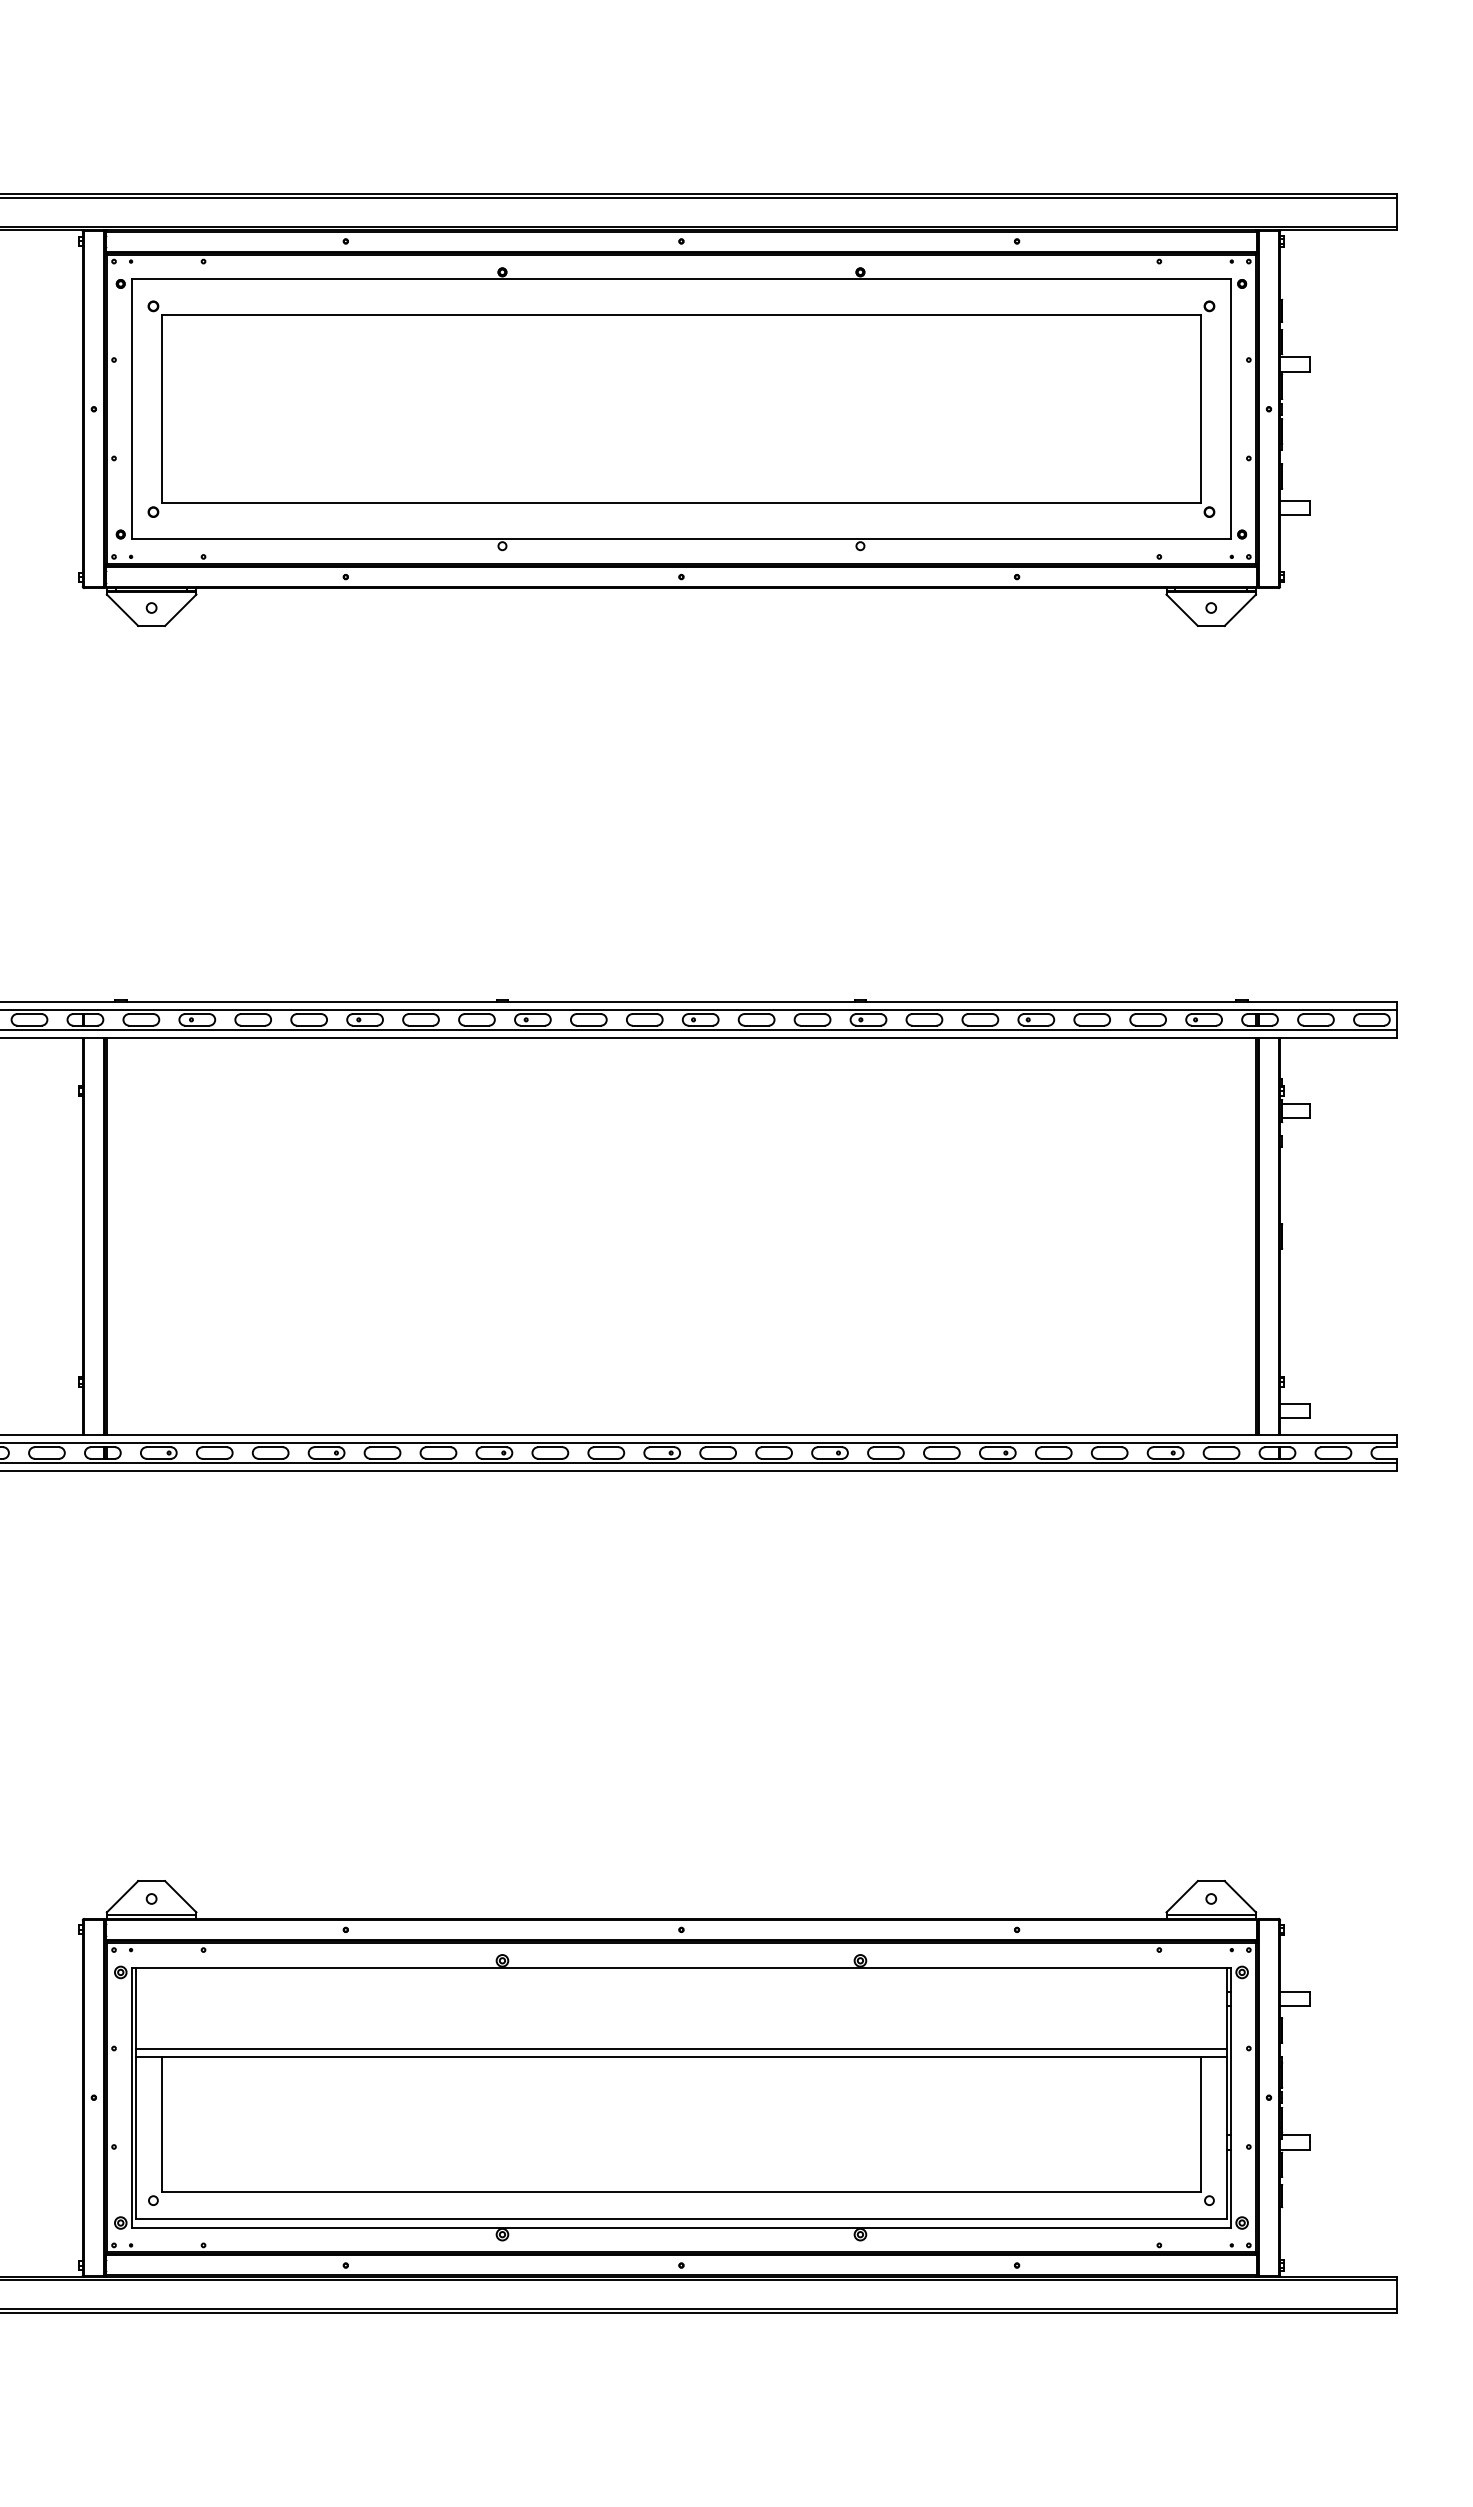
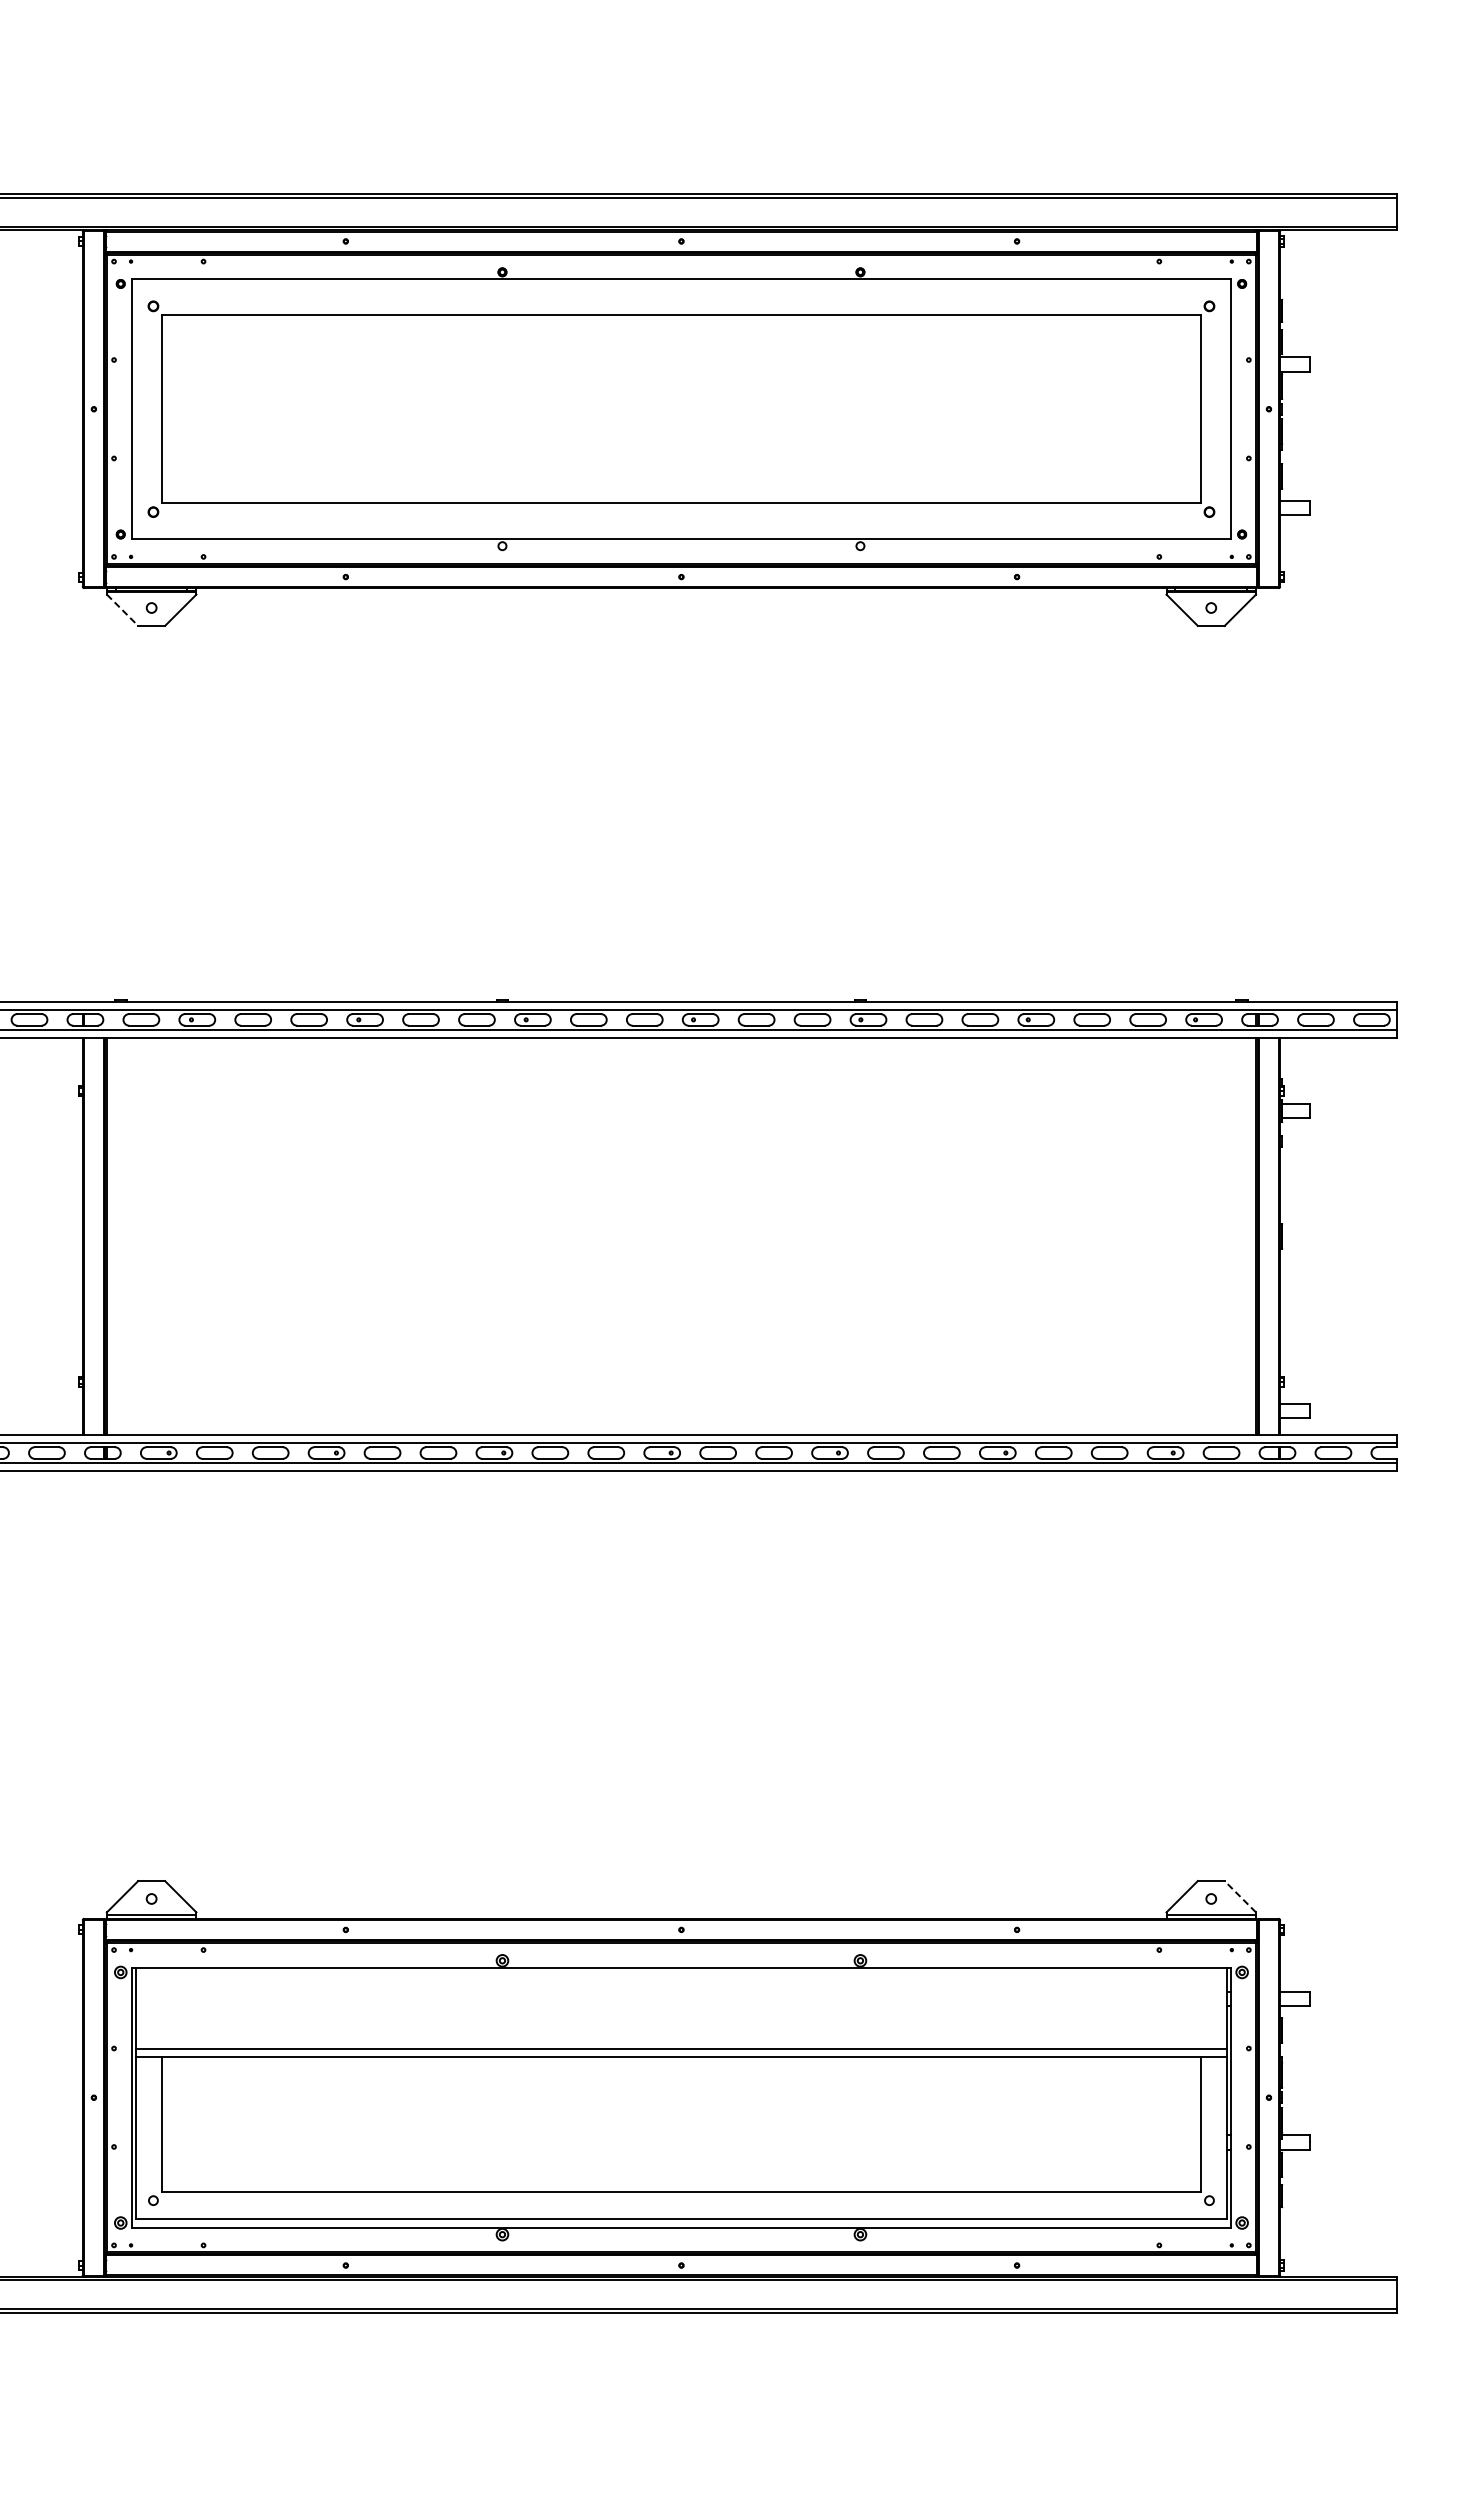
line at (122, 610): solid -> dashed
line at (1240, 1896): solid -> dashed
